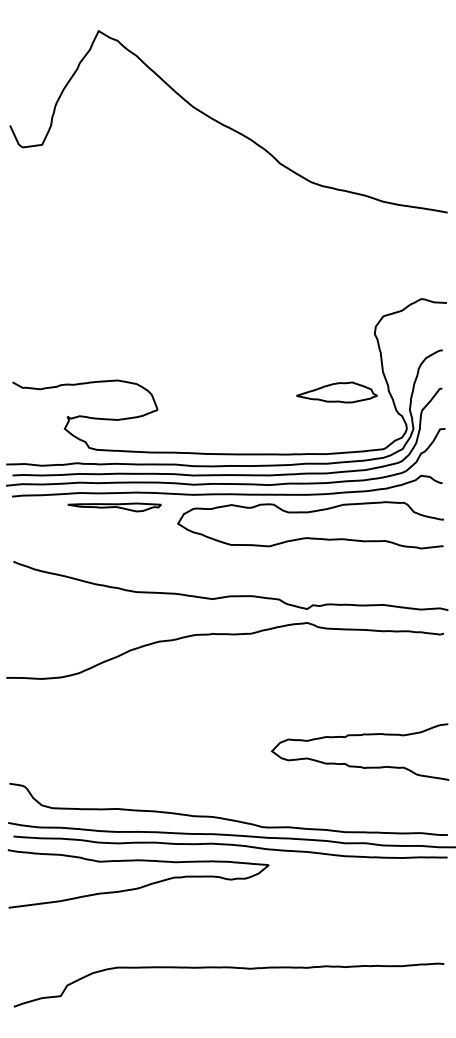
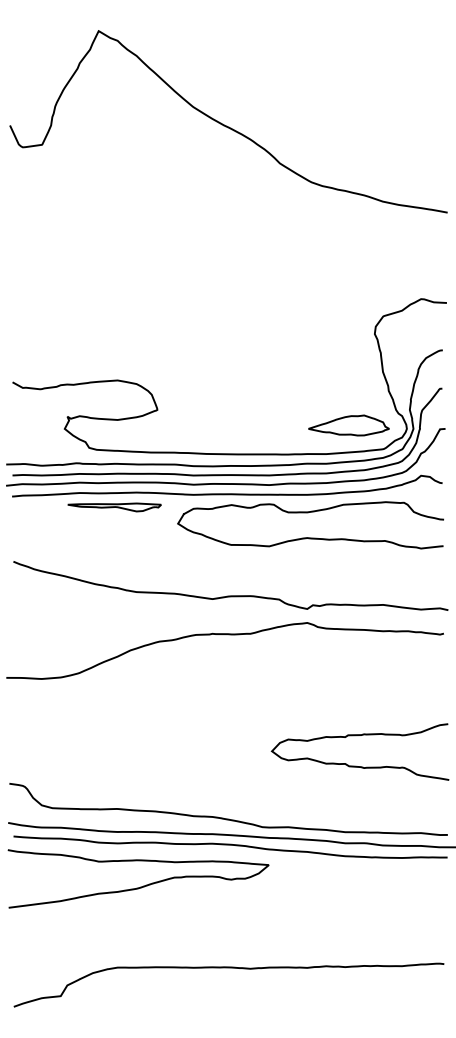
part at (336, 392) position: (336, 392) -> (348, 425)
